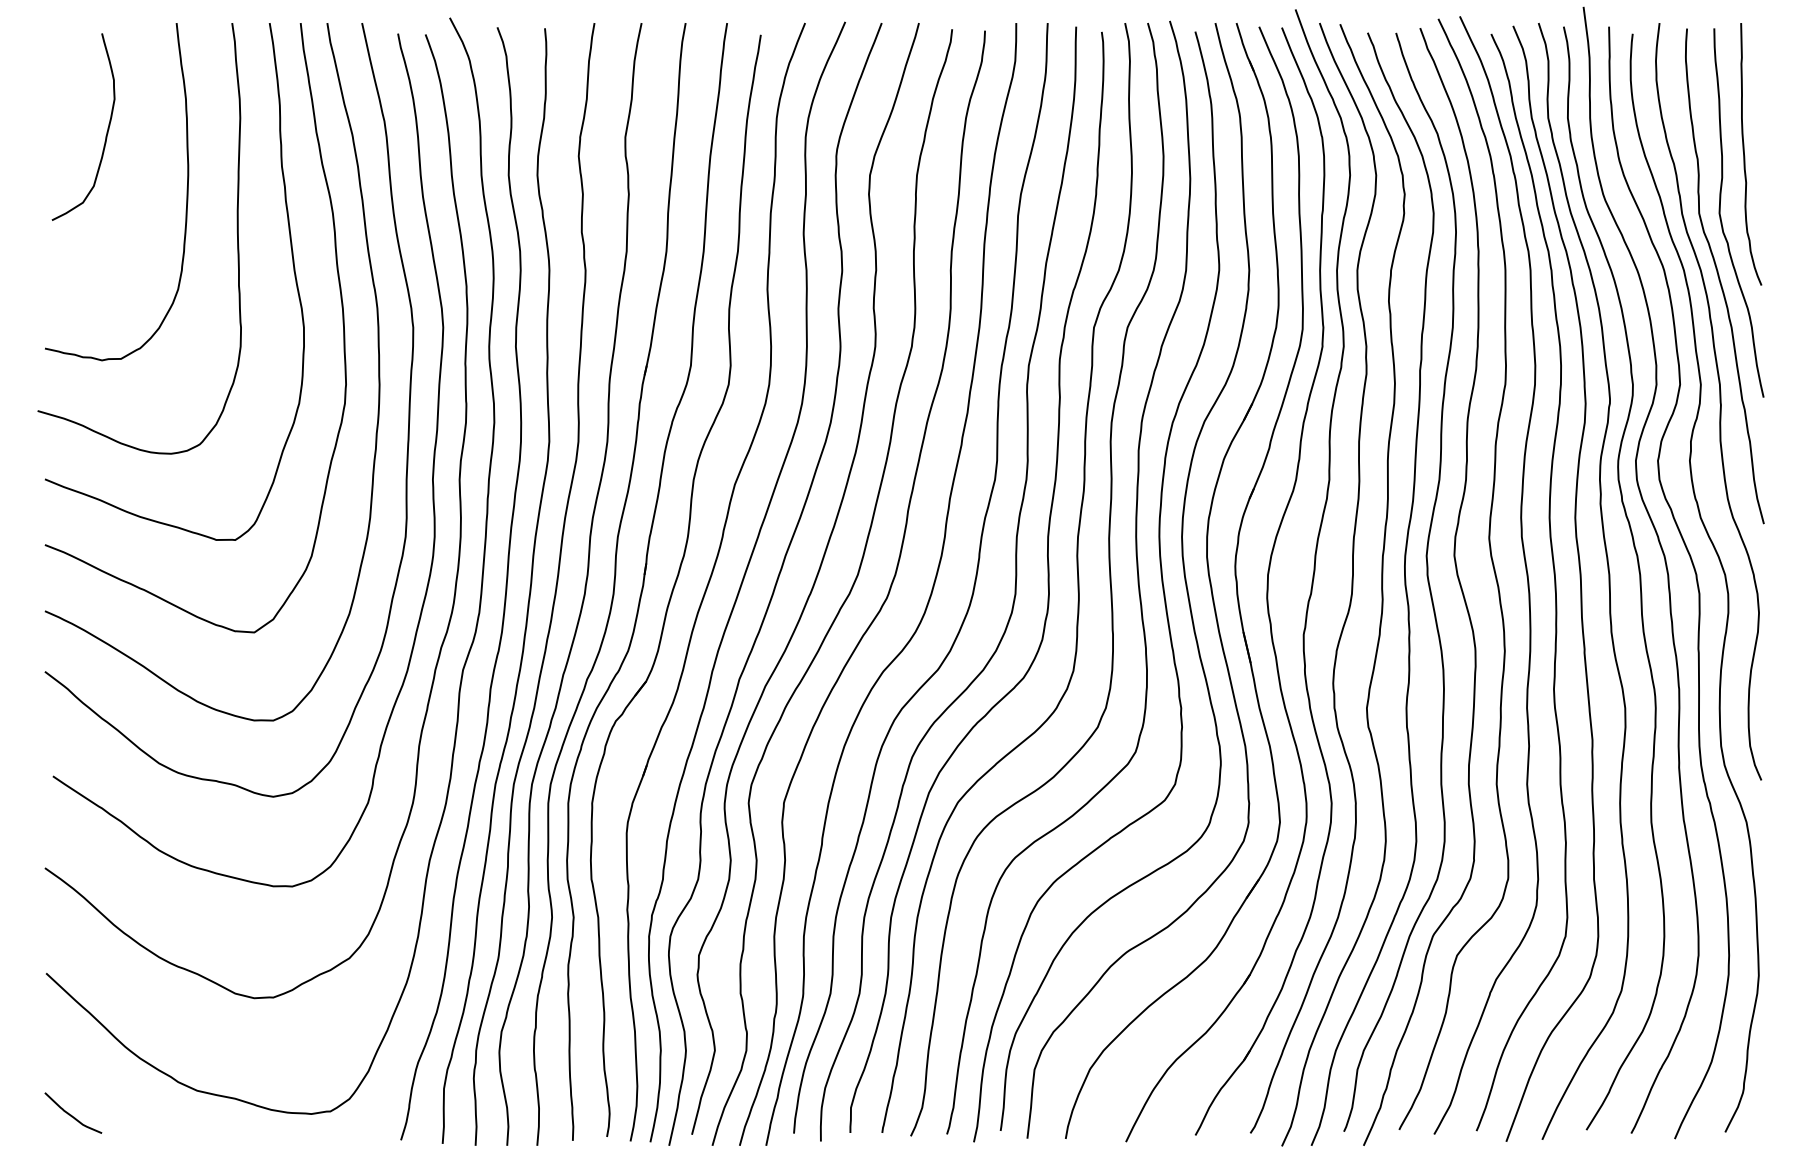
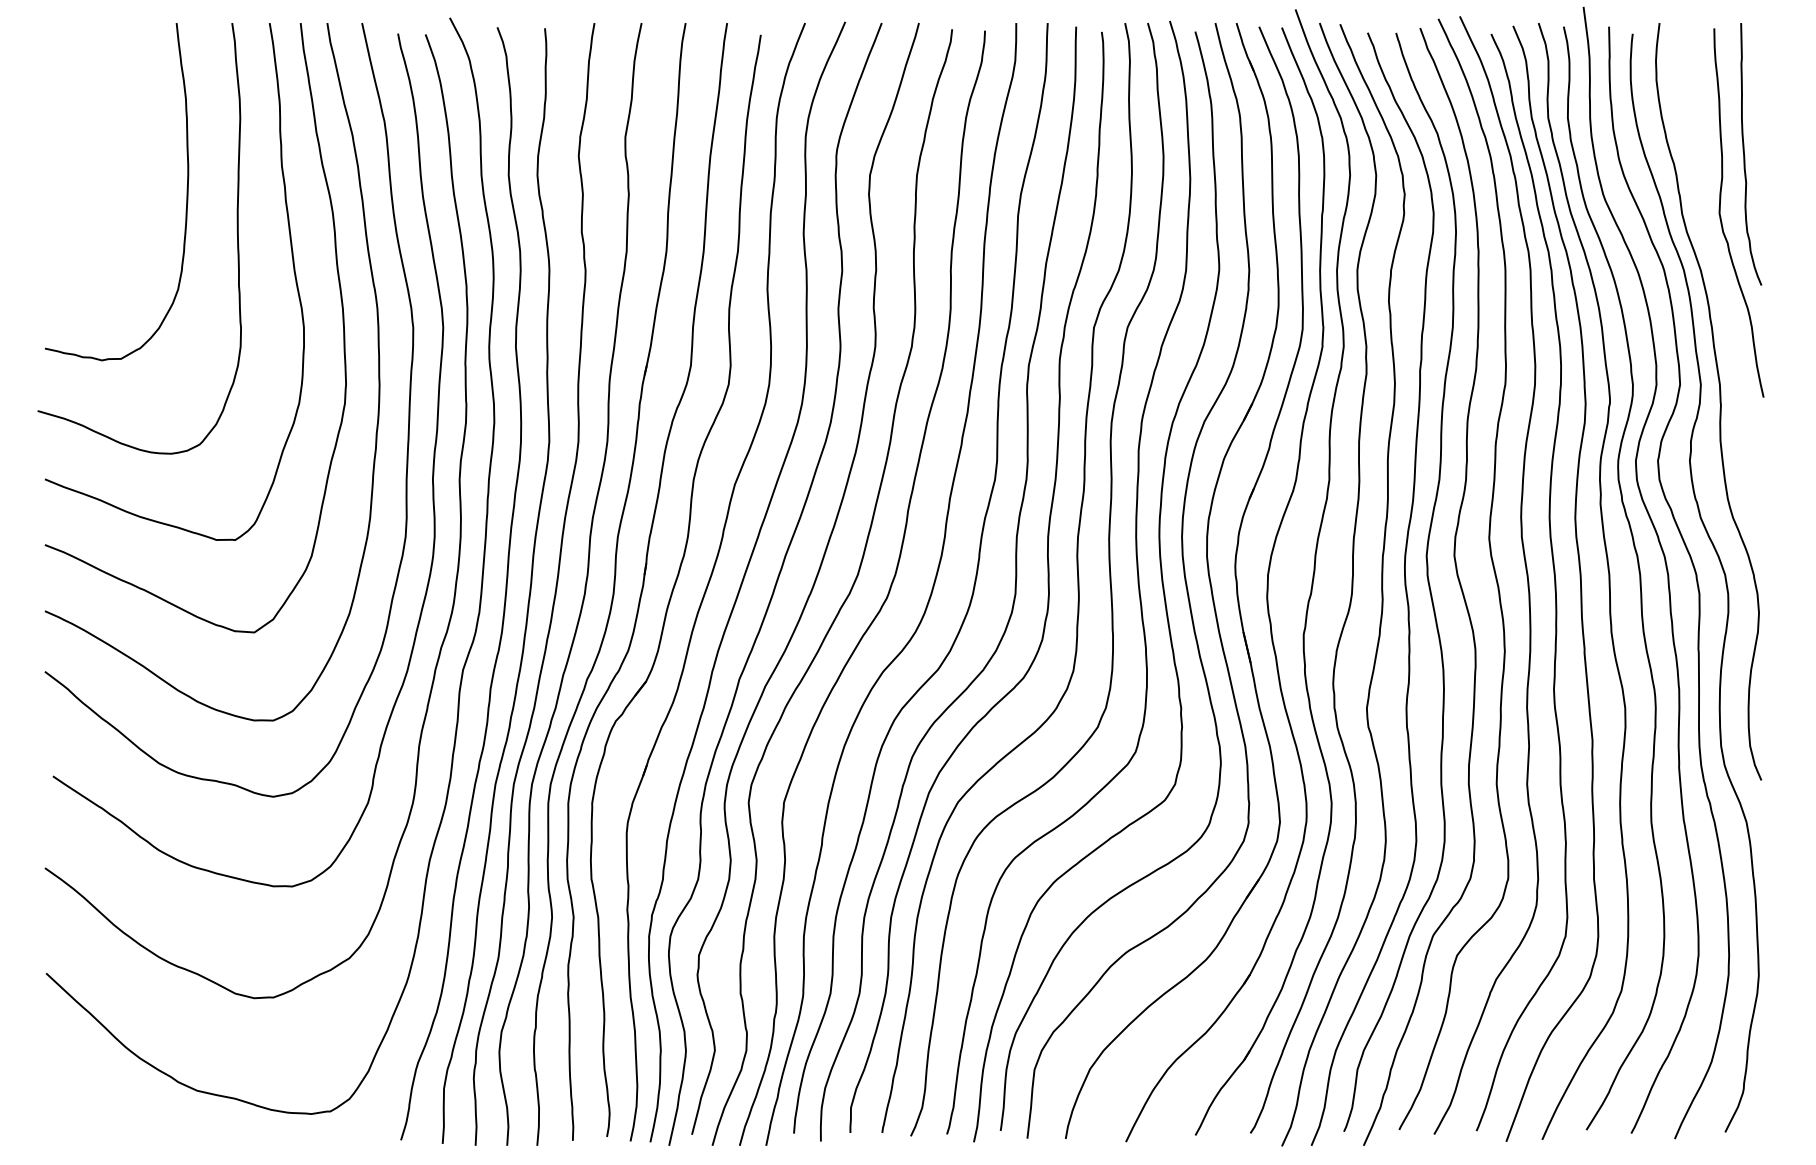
curve at (106, 131): present -> none
curve at (1720, 278): present -> none
curve at (71, 1114): present -> none
